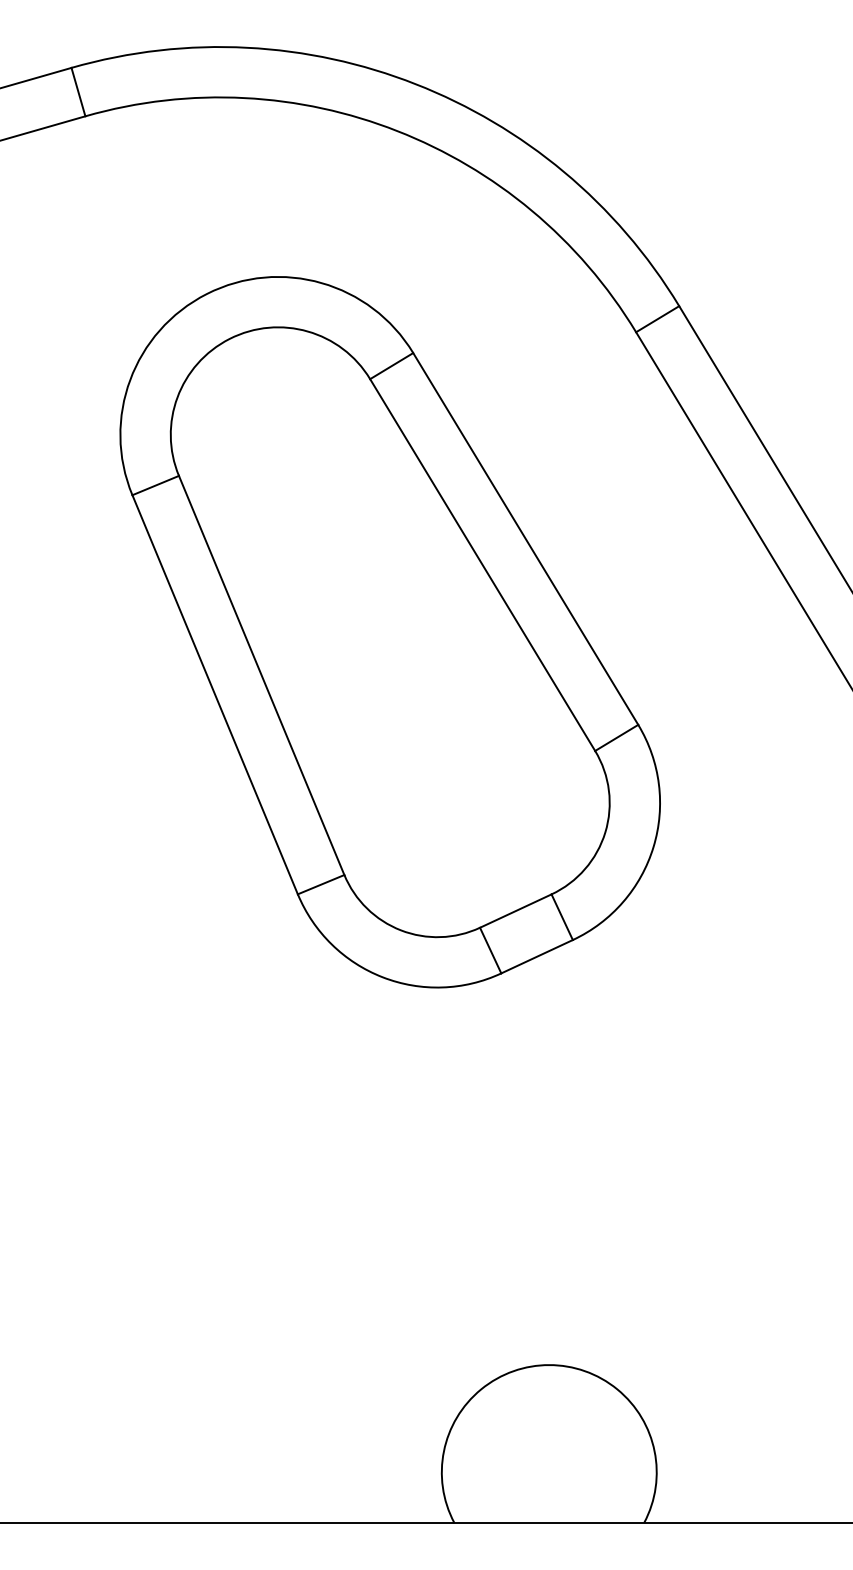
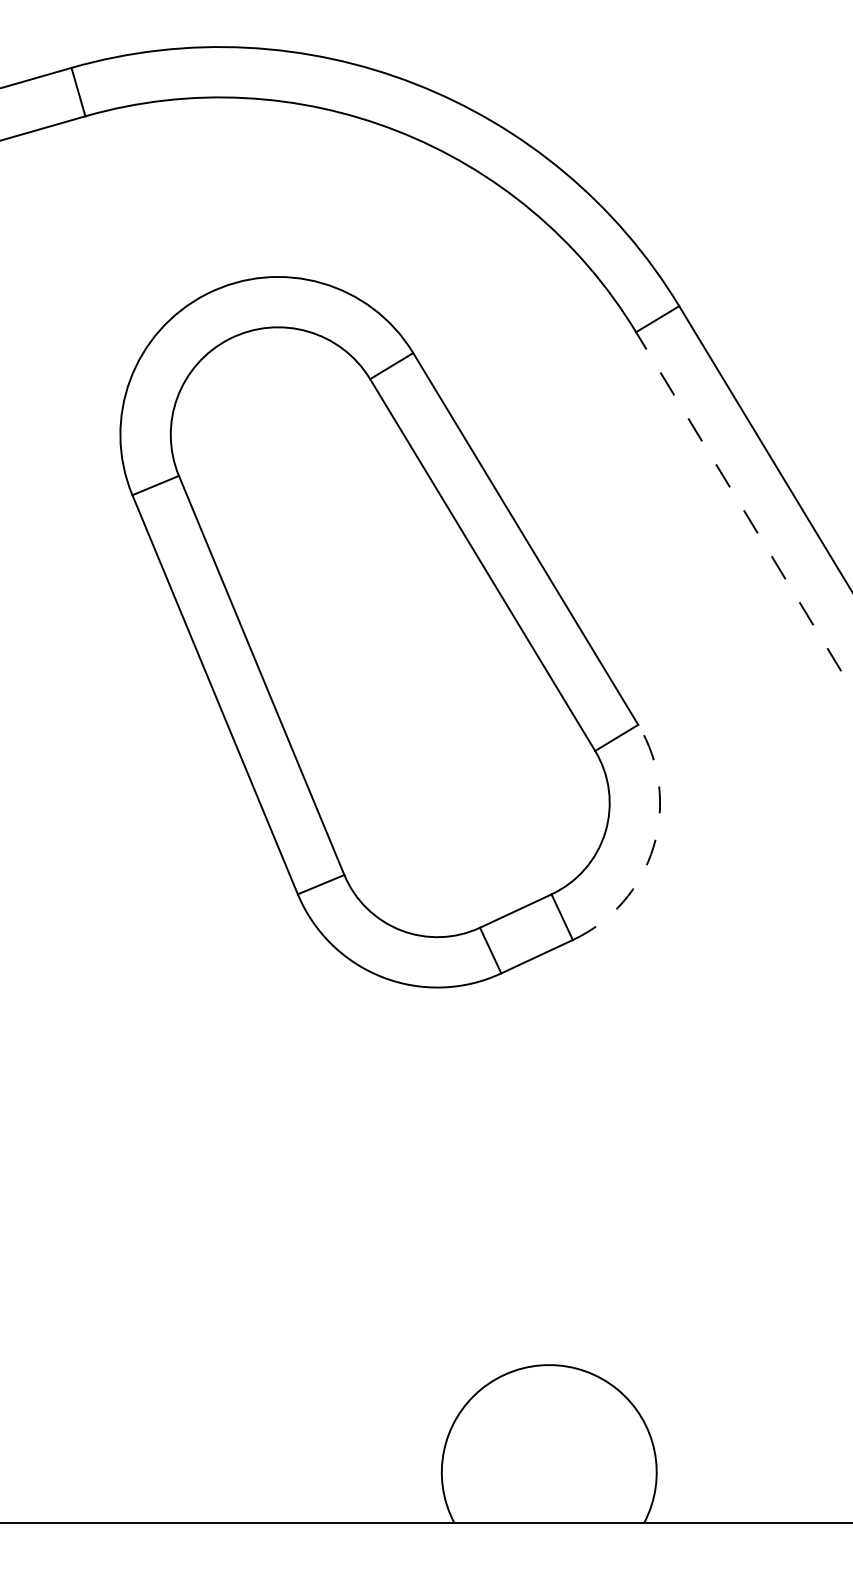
line at (744, 510): solid -> dashed
arc at (653, 847): solid -> dashed
